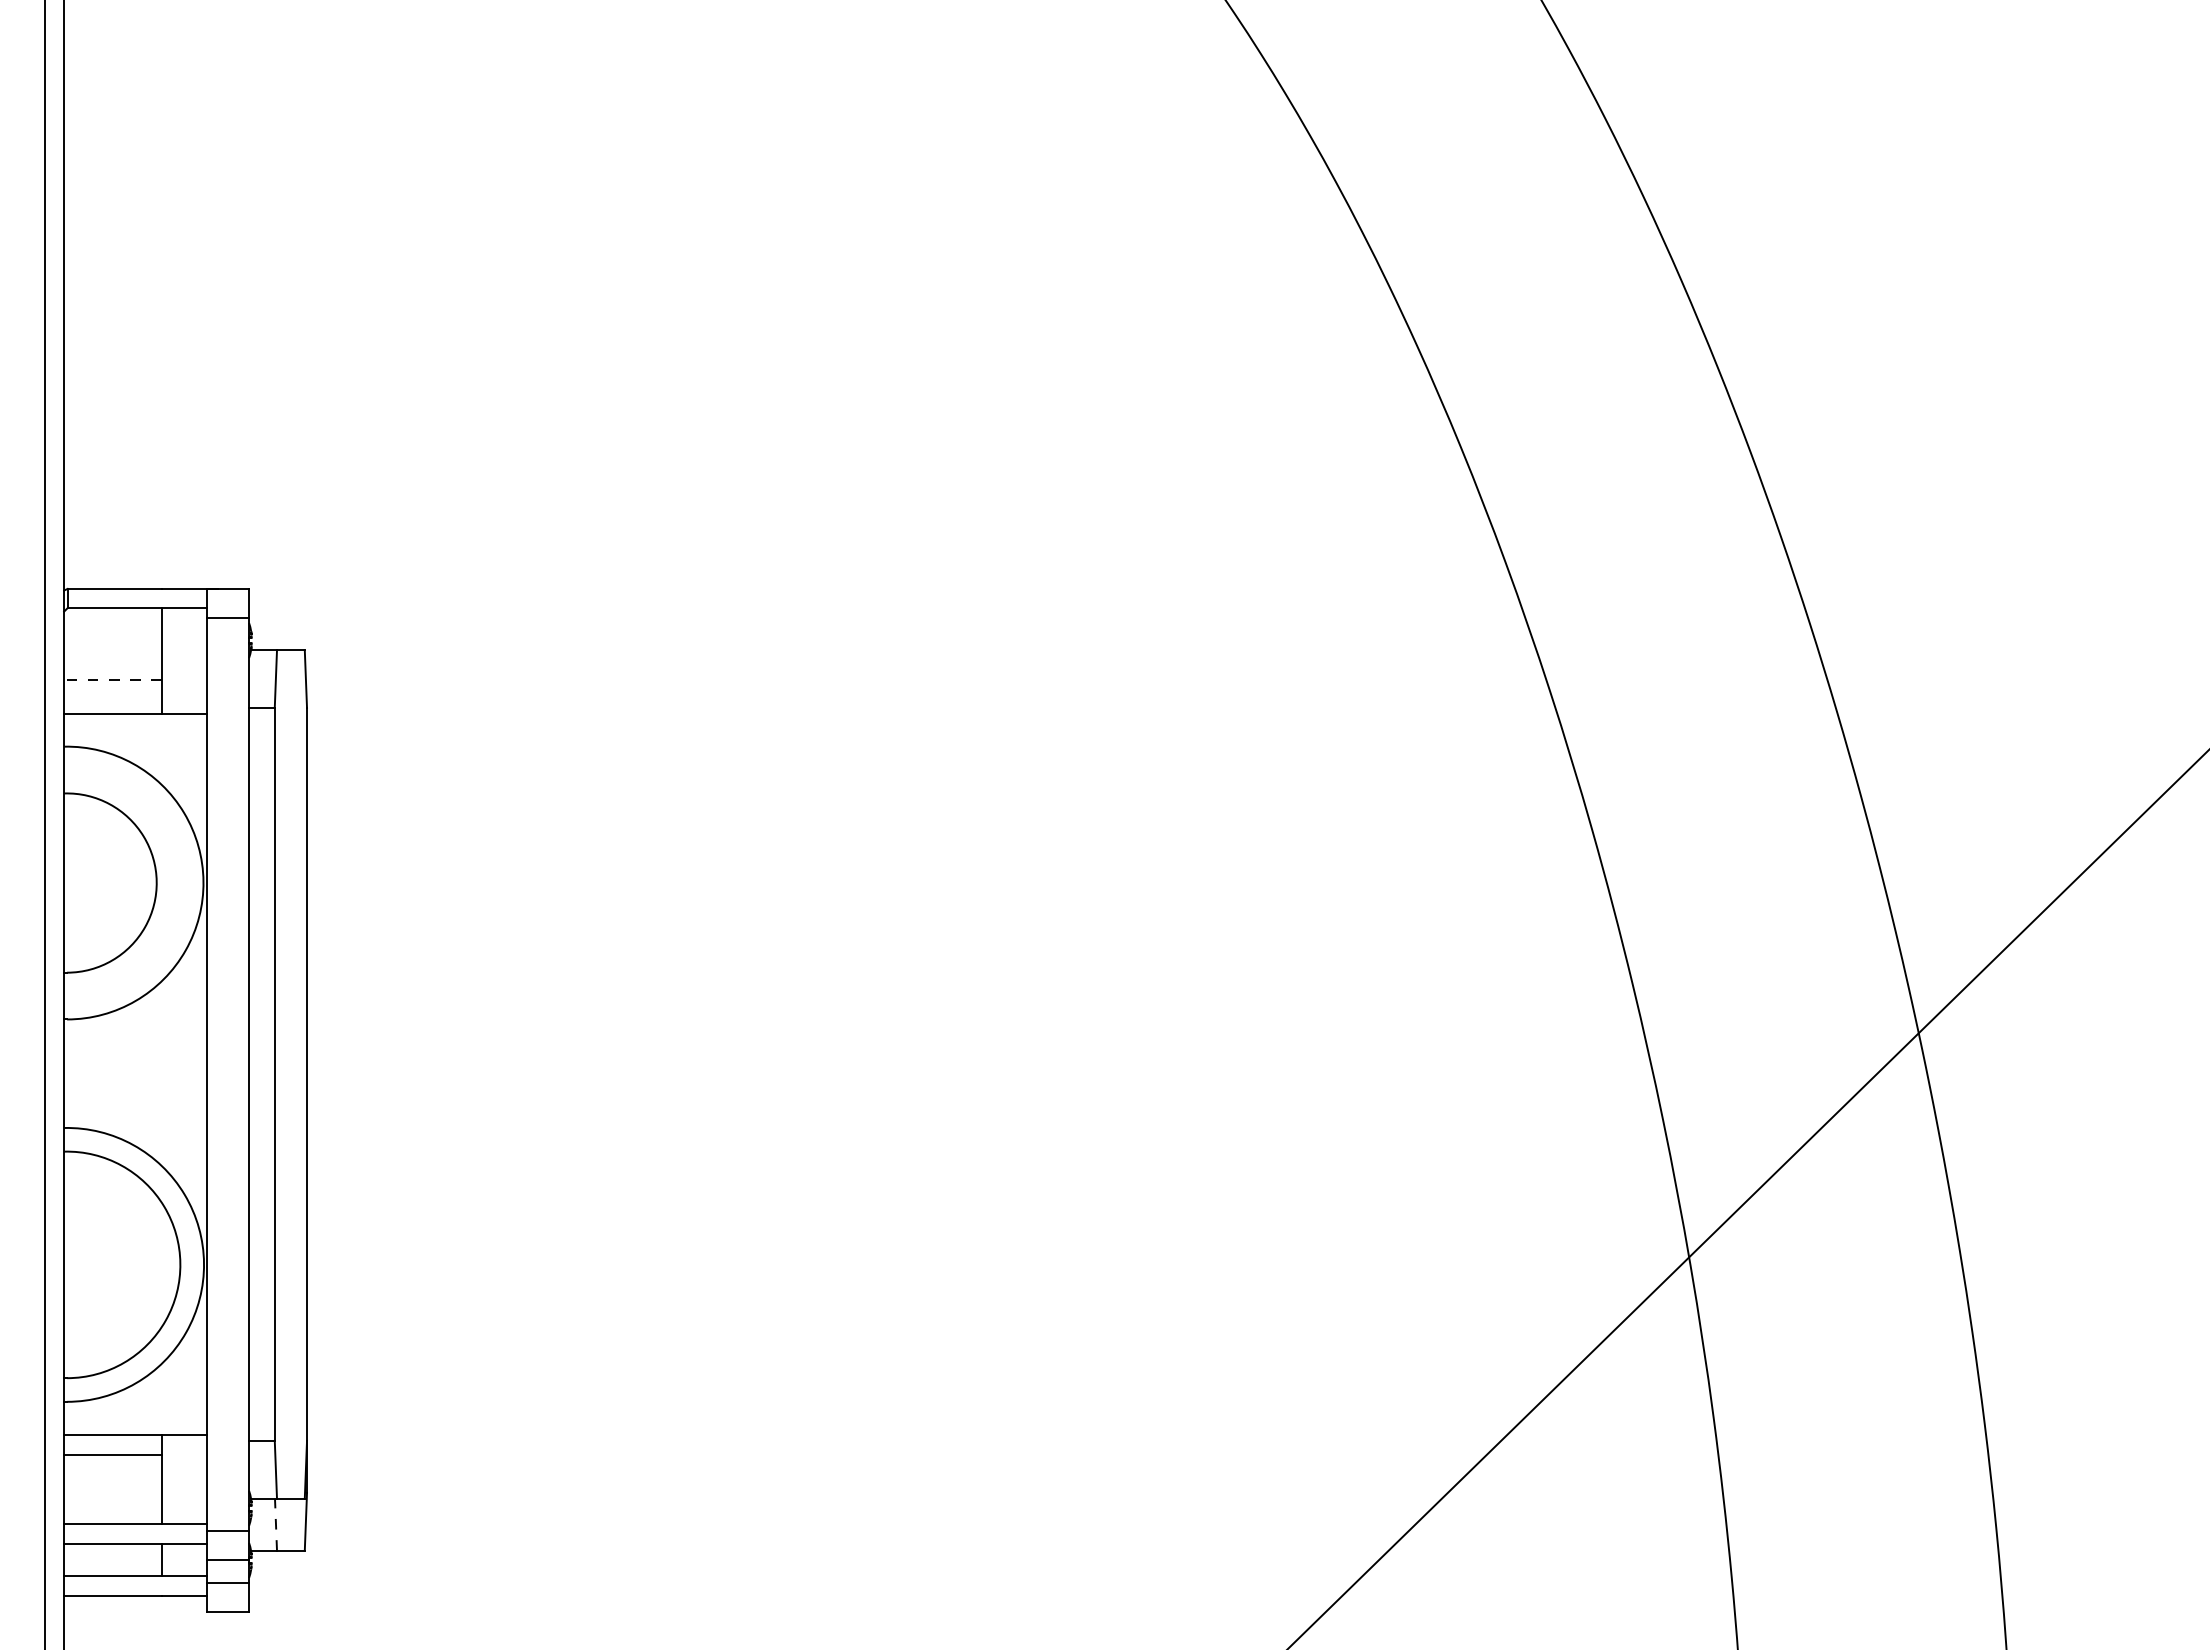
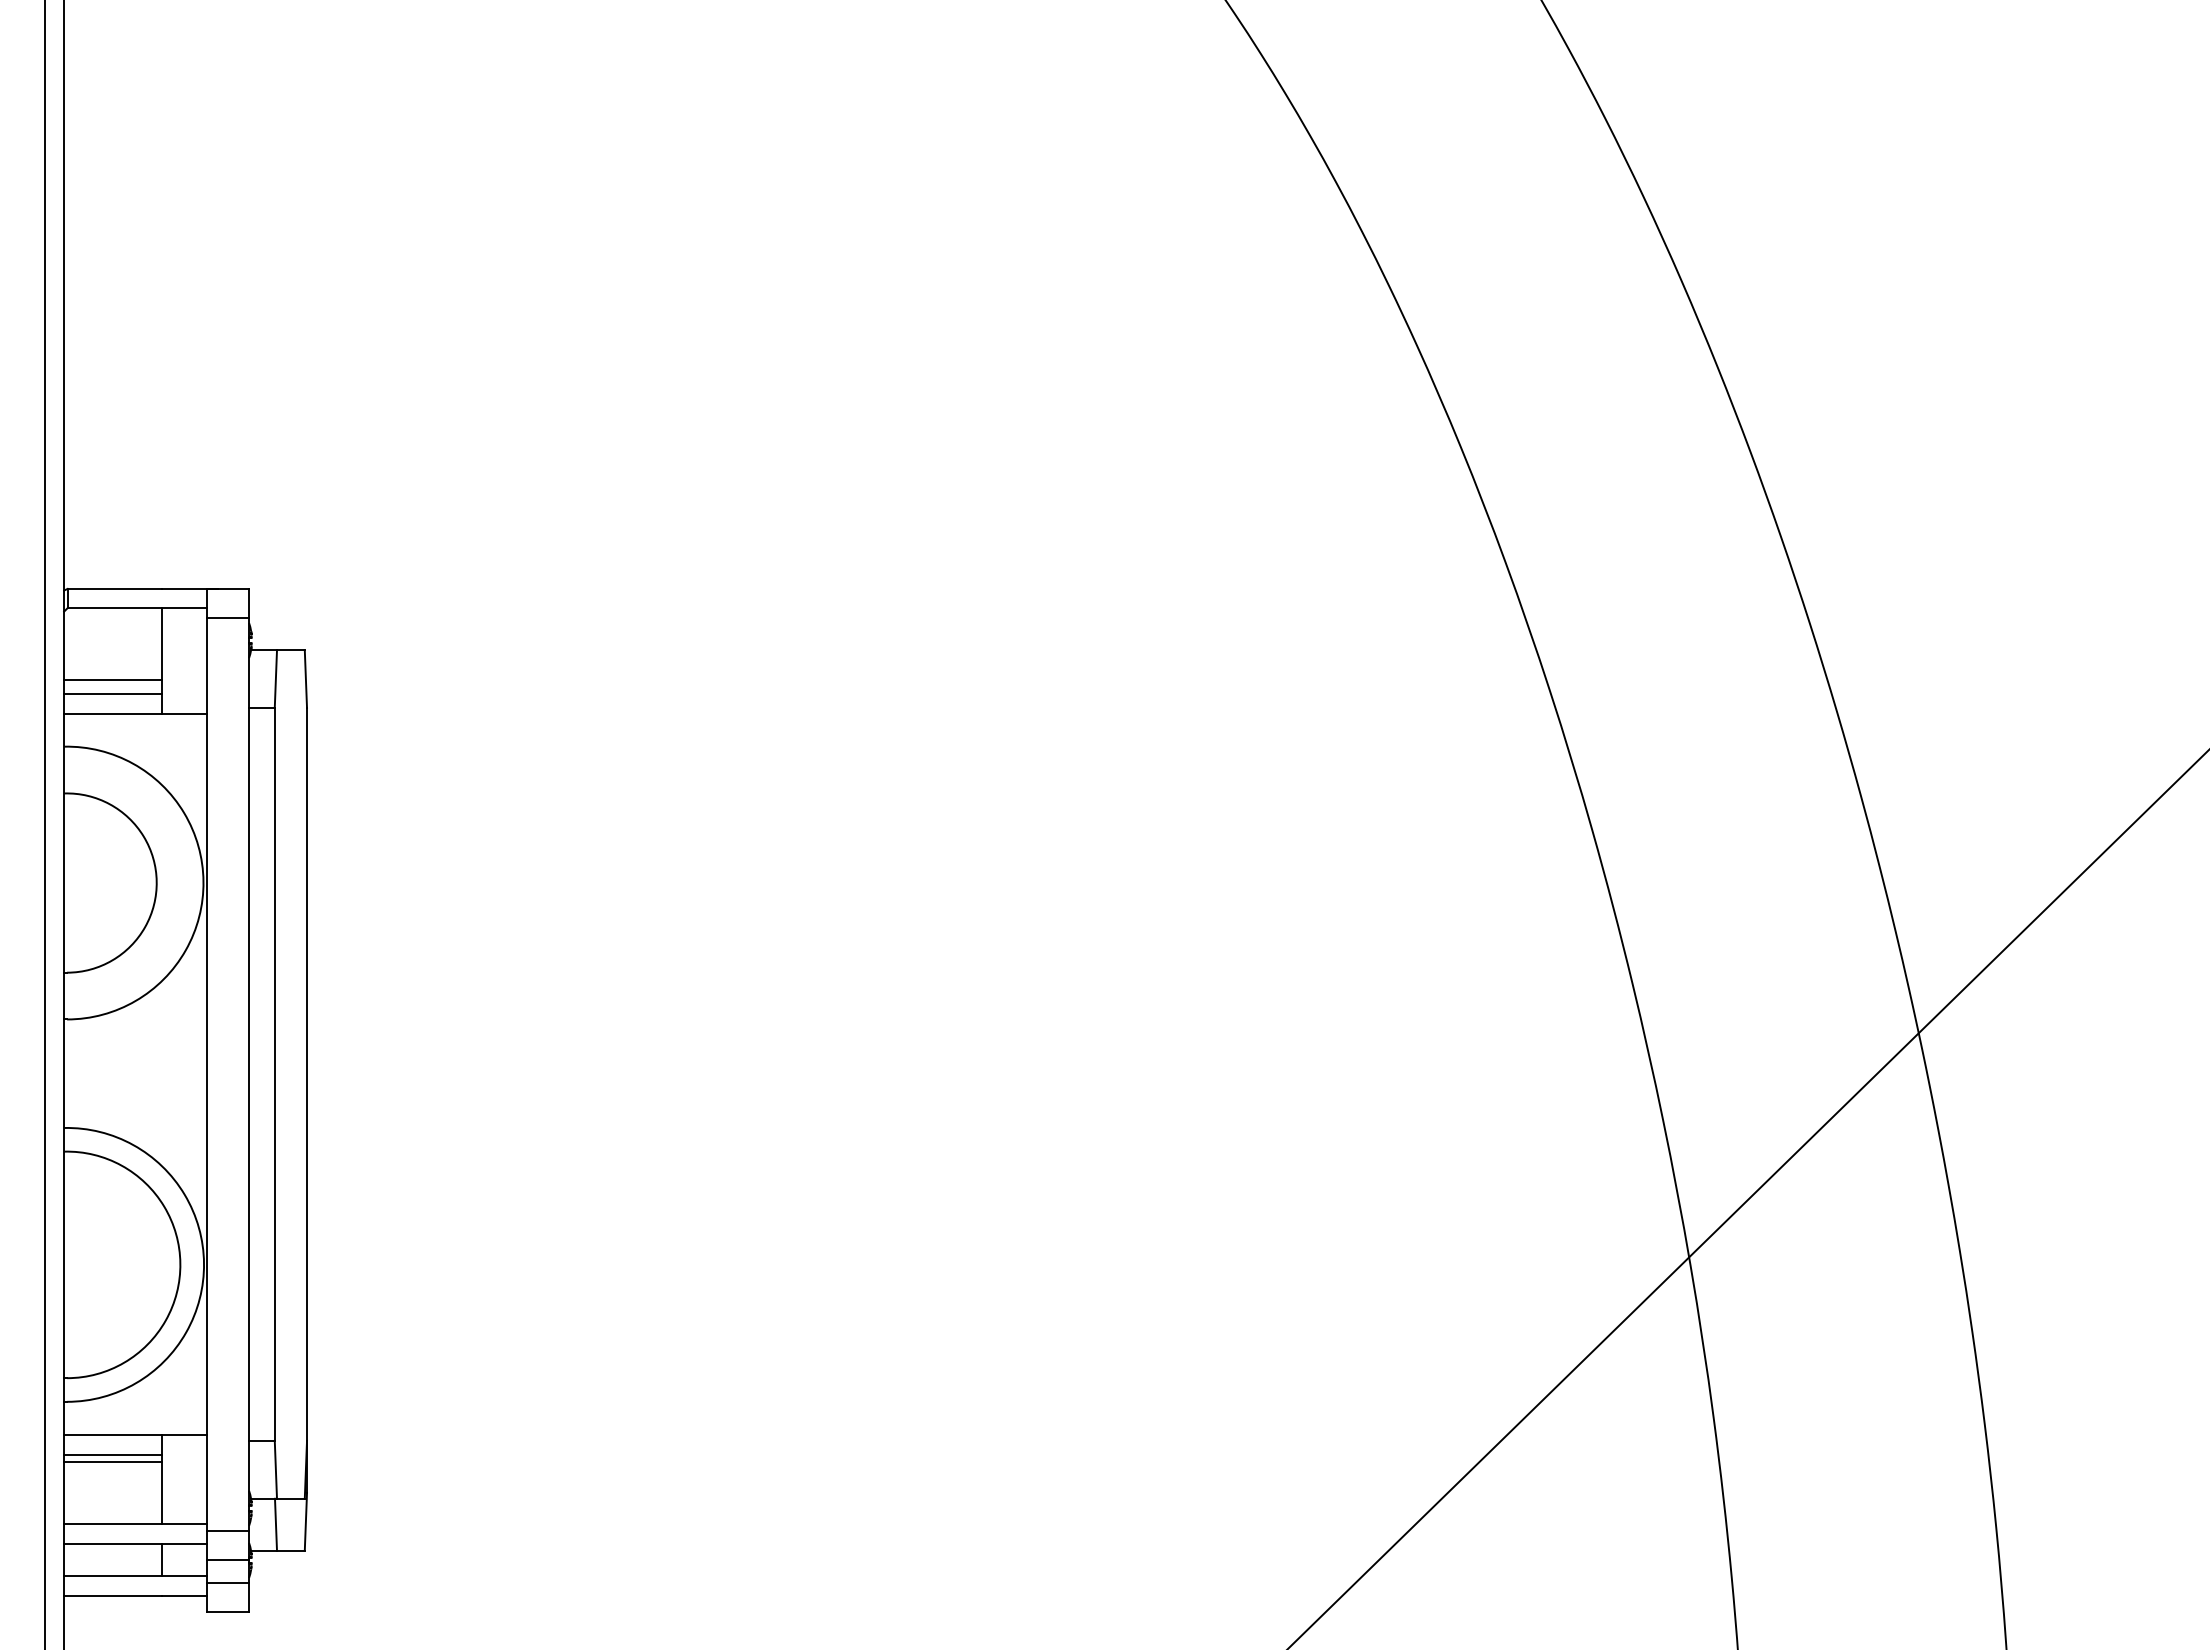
line at (113, 680): dashed -> solid
line at (113, 693): none -> present
line at (113, 1461): none -> present
line at (275, 1524): dashed -> solid
